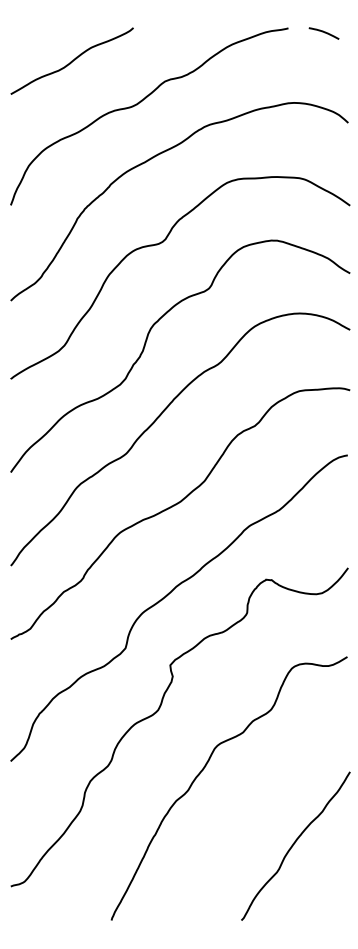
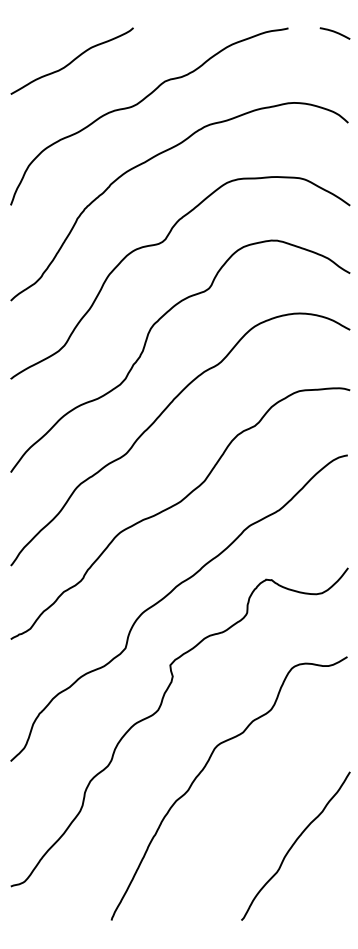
curve at (323, 32) position: (323, 32) -> (334, 32)
